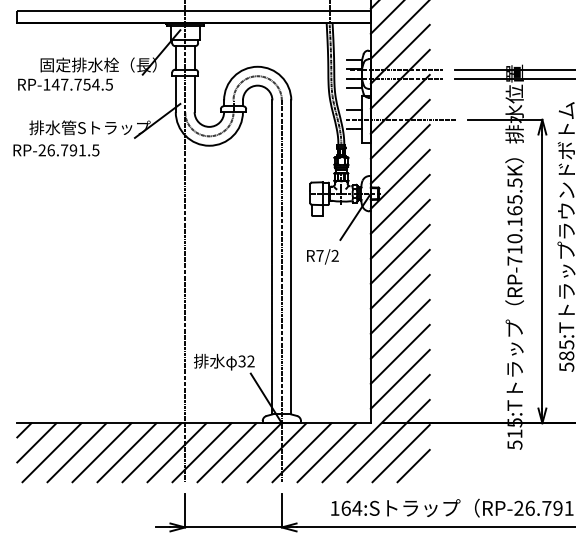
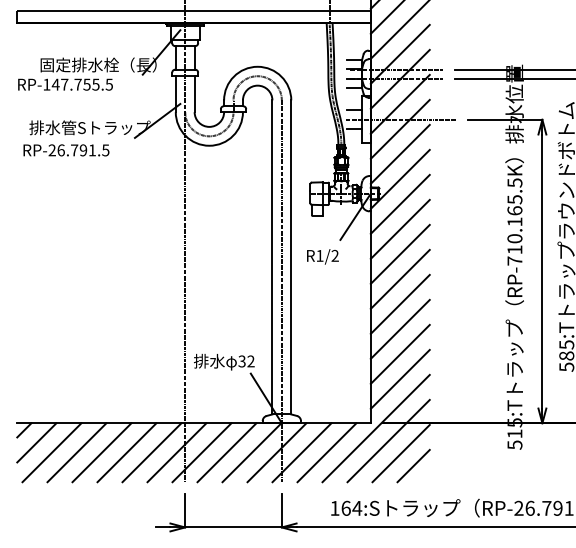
text at (95, 84): RP-147.754.5 -> RP-147.755.5
text at (56, 150) position: (56, 150) -> (66, 150)
text at (319, 255): R7/2 -> R1/2
